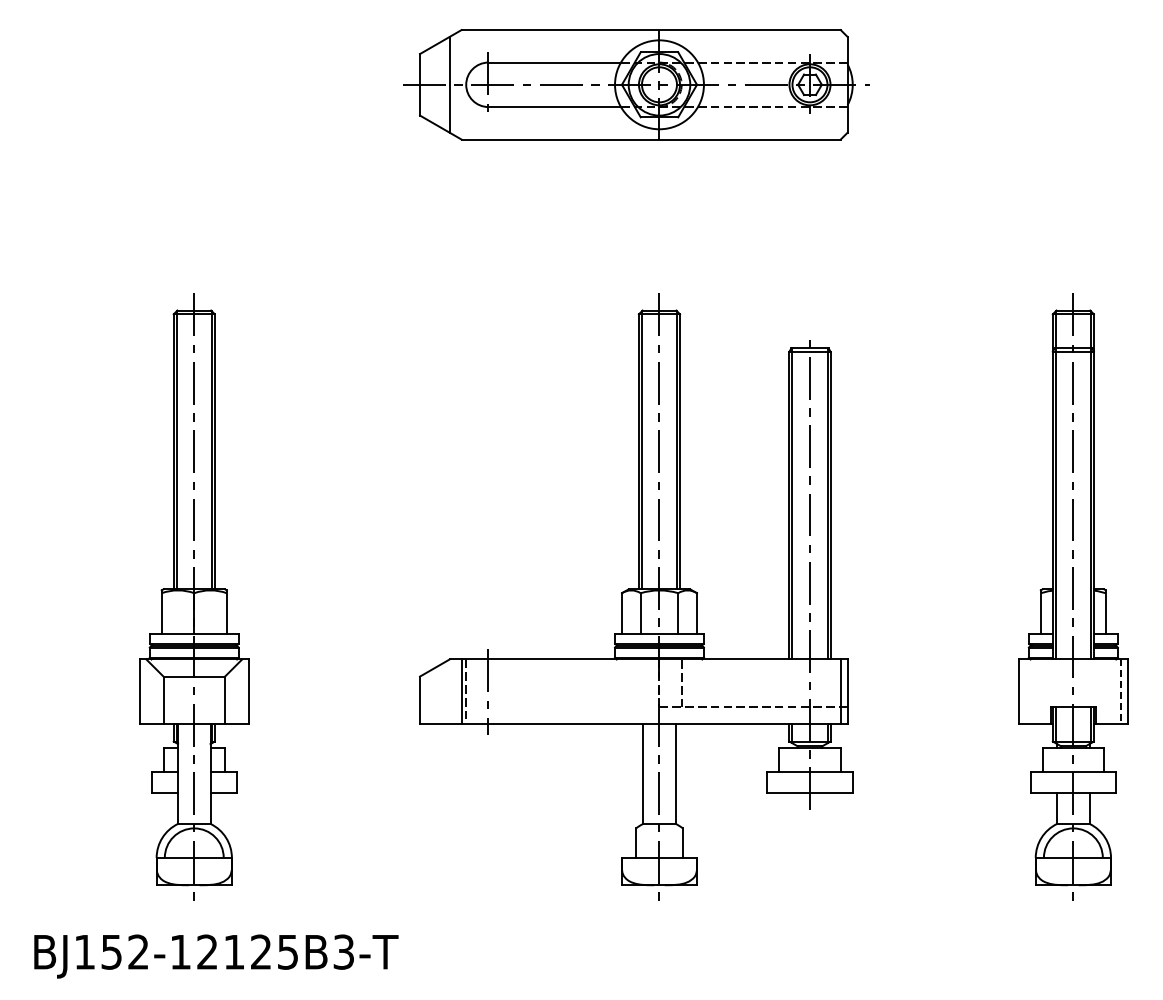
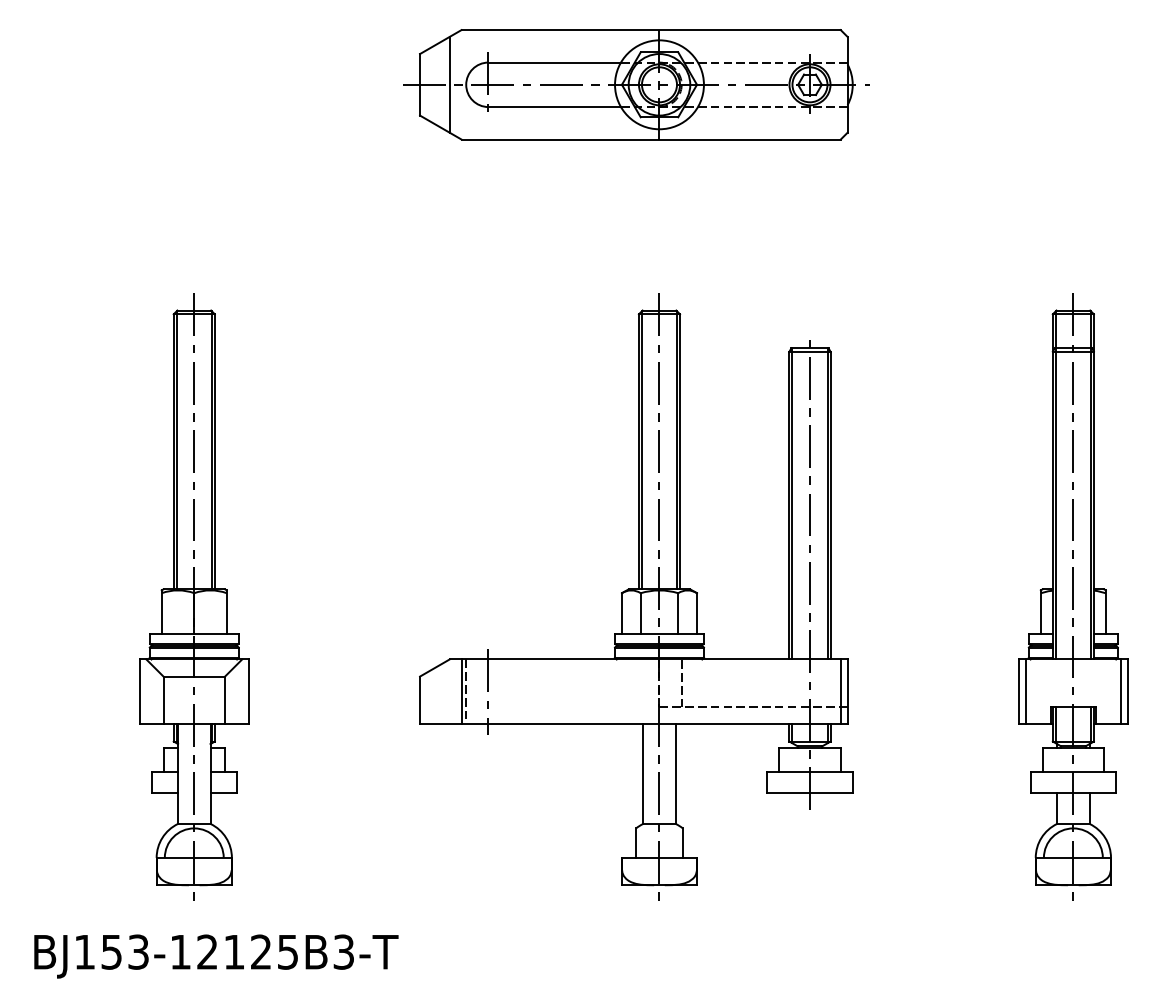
line at (1025, 691): none -> present
line at (1121, 692): dashed -> solid
text at (138, 951): BJ152-12125B3-T -> BJ153-12125B3-T
